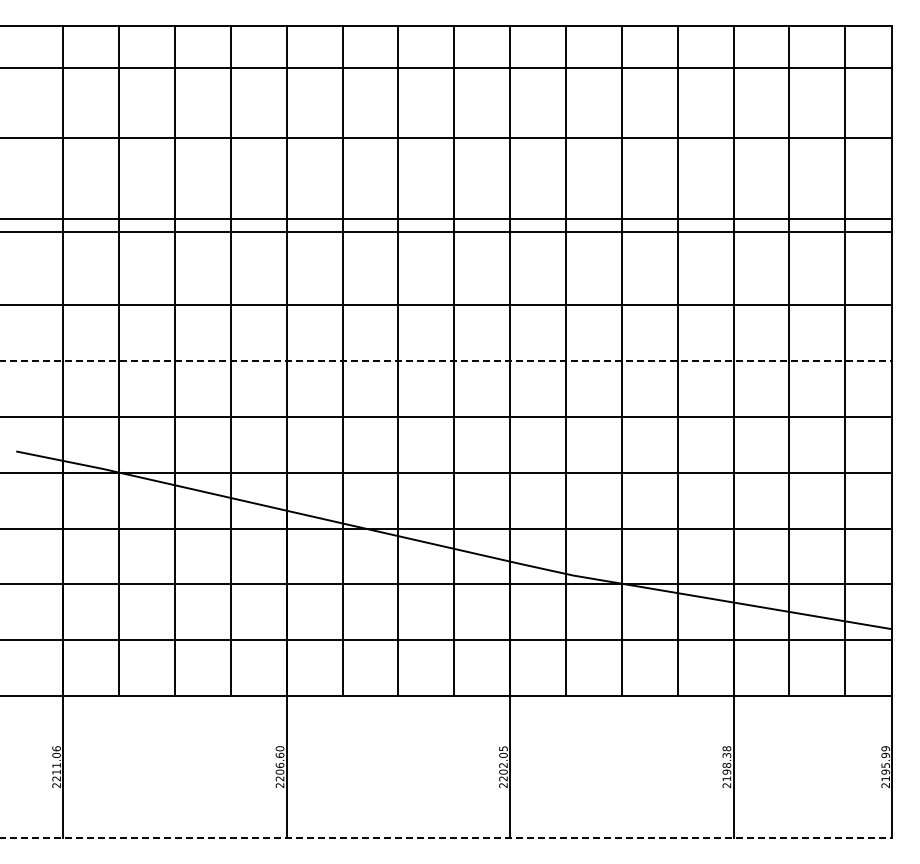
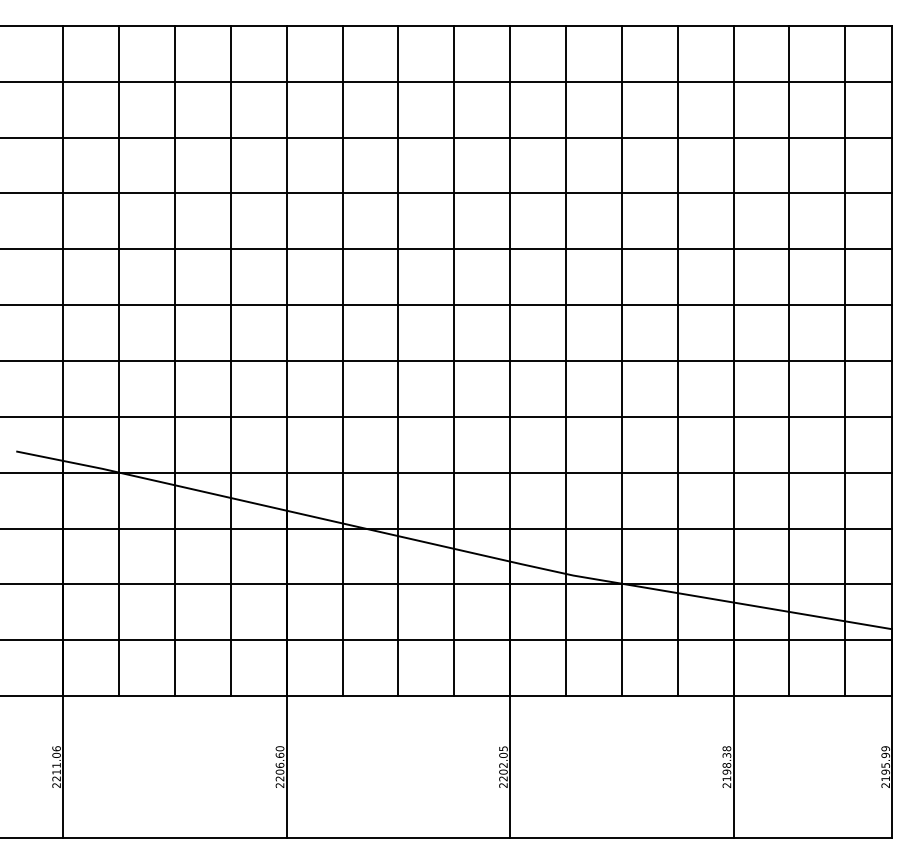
line at (447, 67) position: (447, 67) -> (447, 81)
line at (447, 219) position: (447, 219) -> (447, 193)
line at (447, 232) position: (447, 232) -> (447, 249)
line at (446, 361): dashed -> solid
line at (446, 838): dashed -> solid
